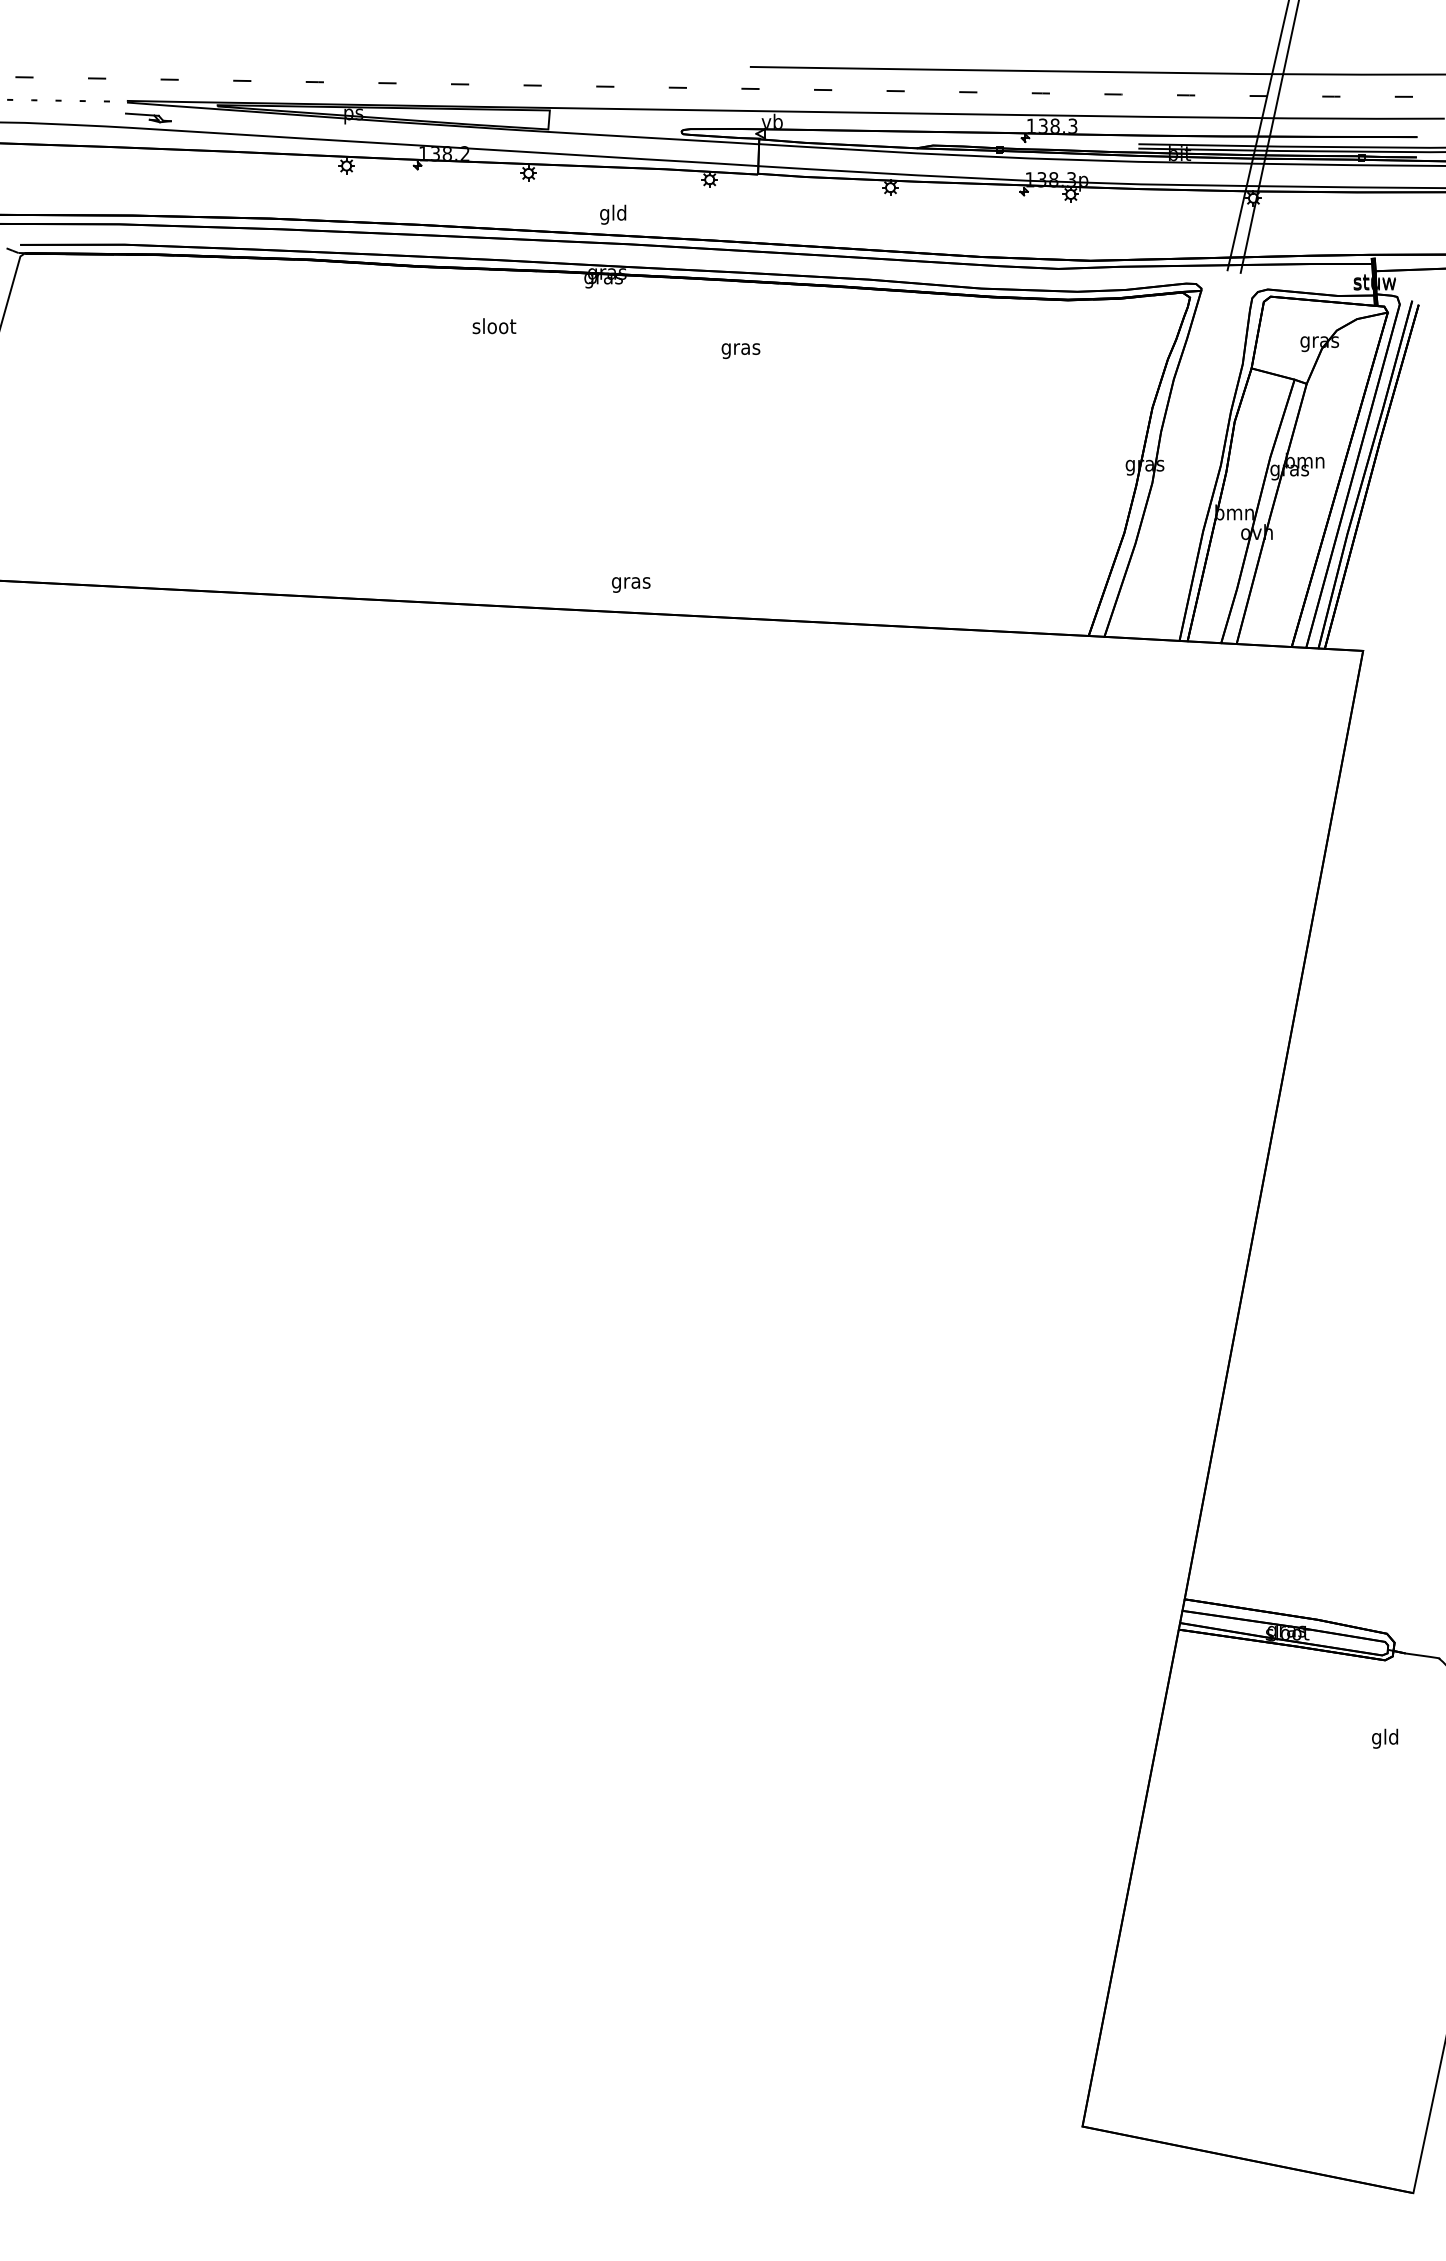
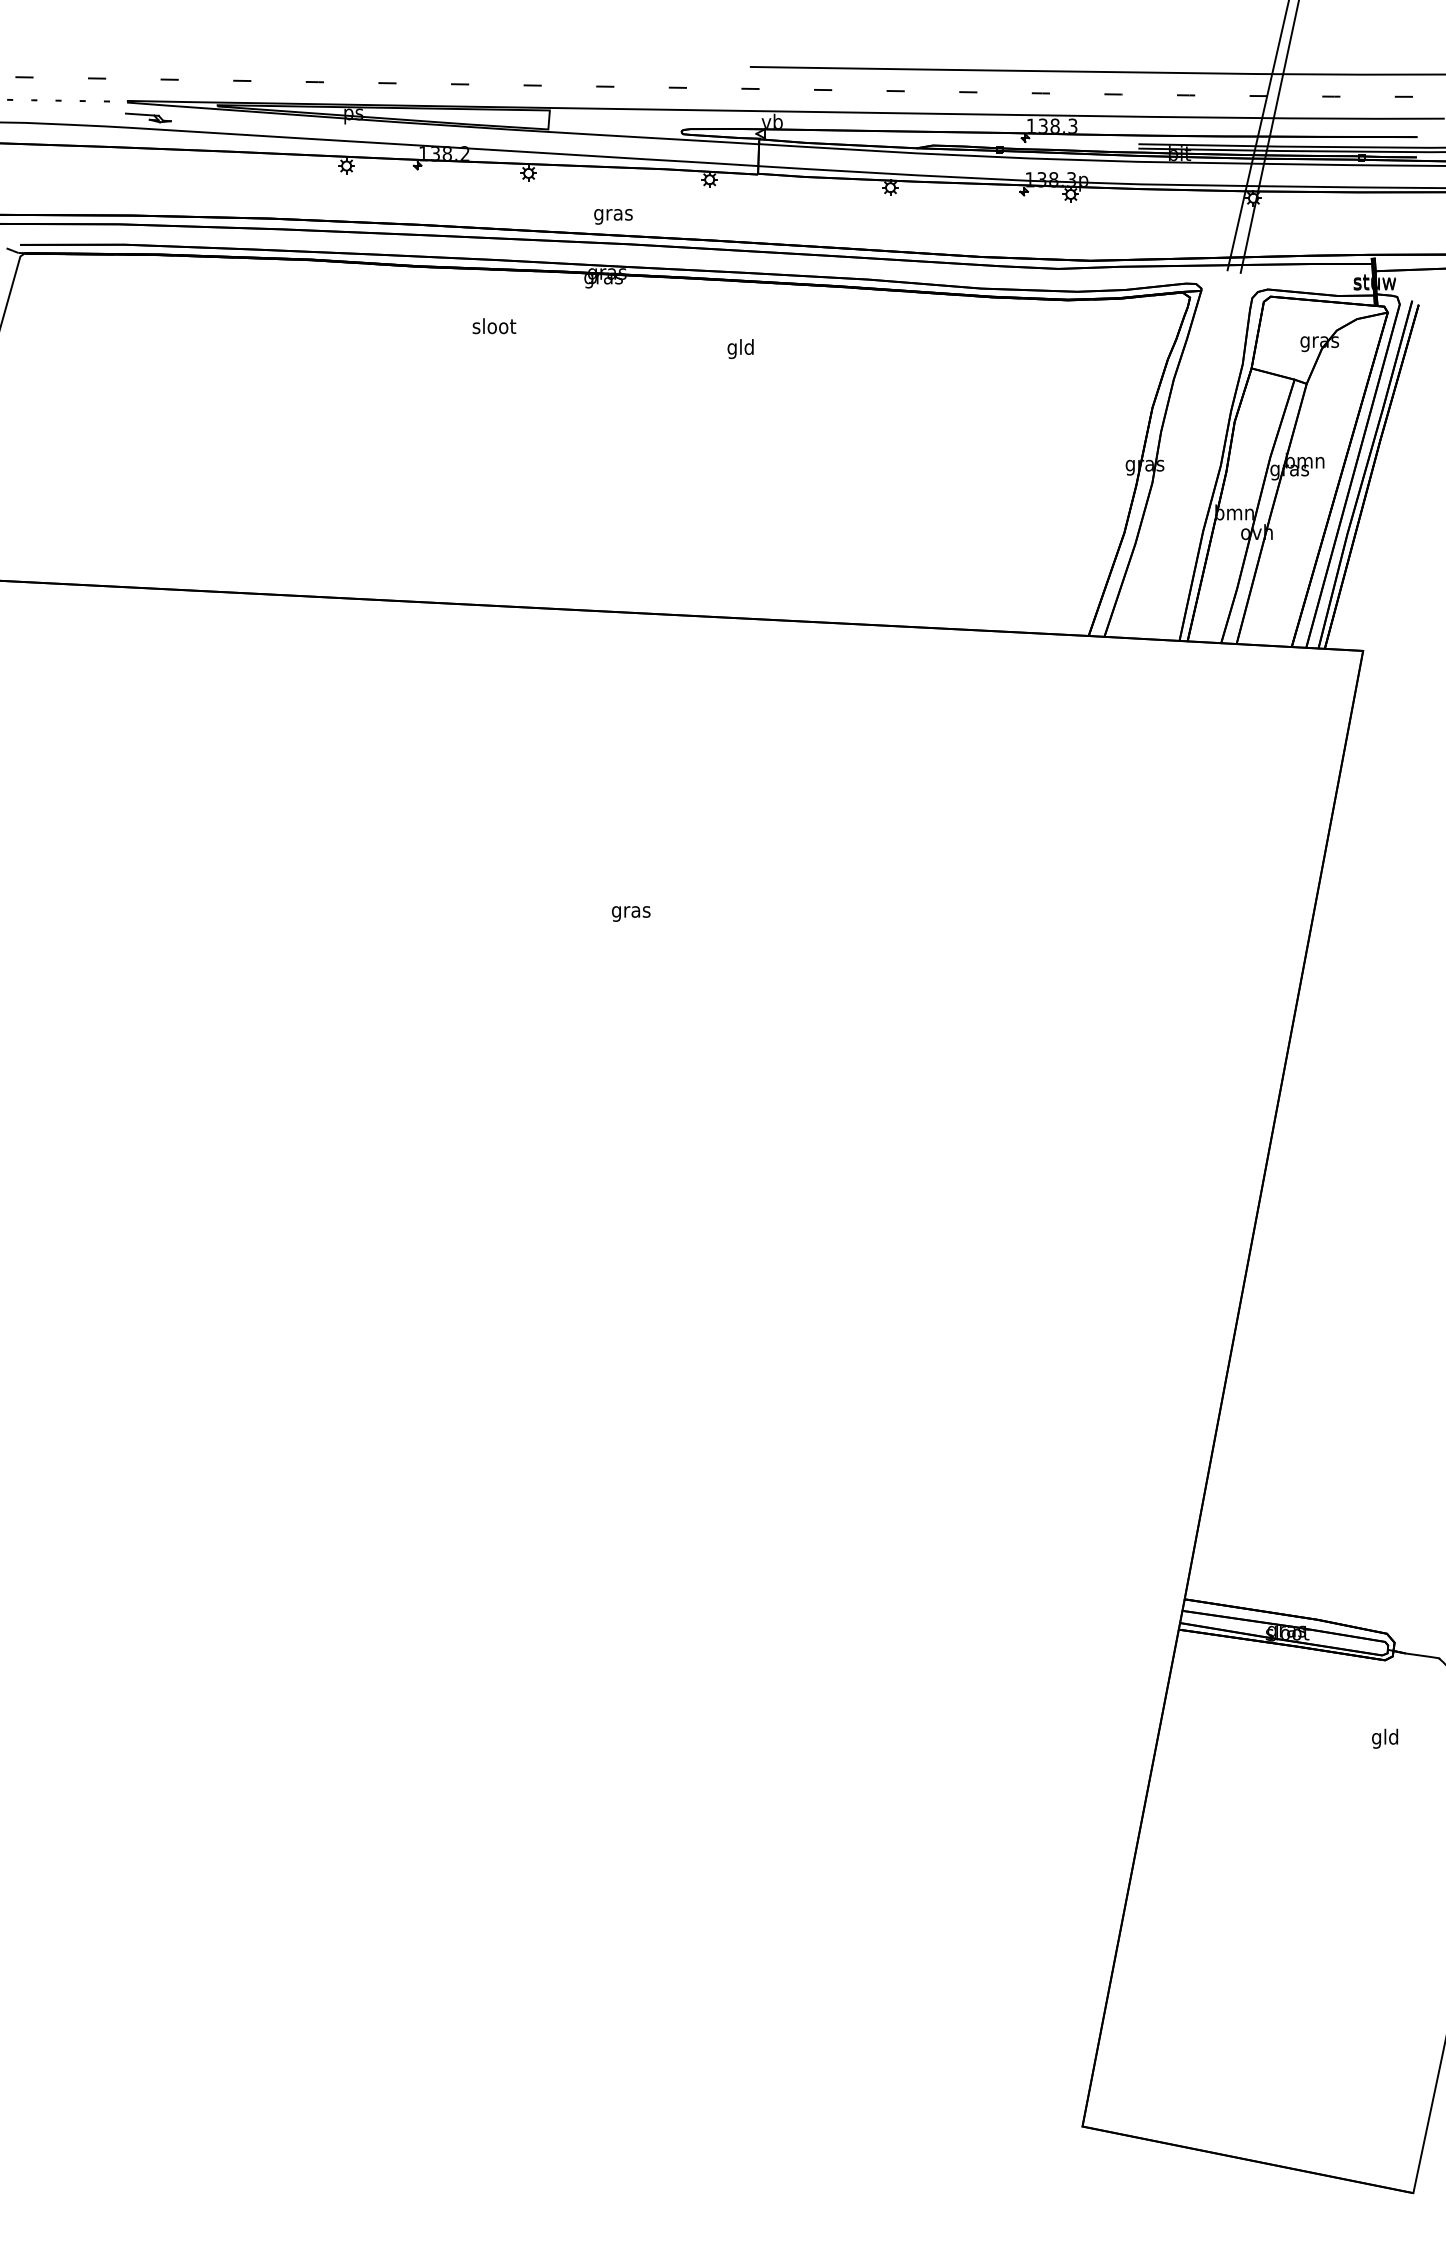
text at (613, 214): gld -> gras
text at (740, 349): gras -> gld
text at (631, 584) position: (631, 584) -> (631, 913)
